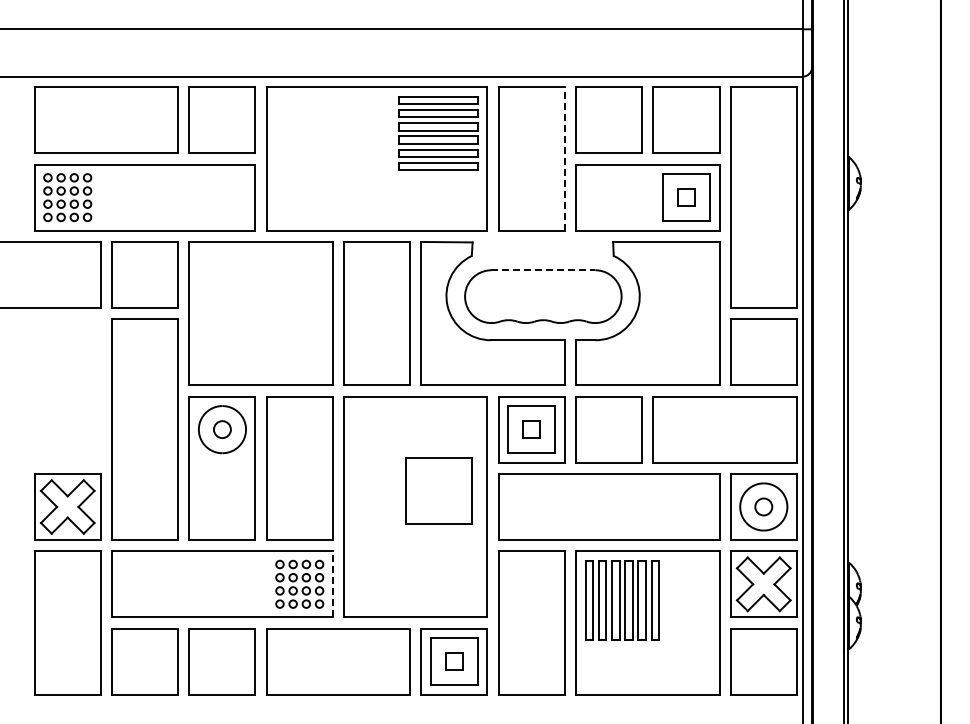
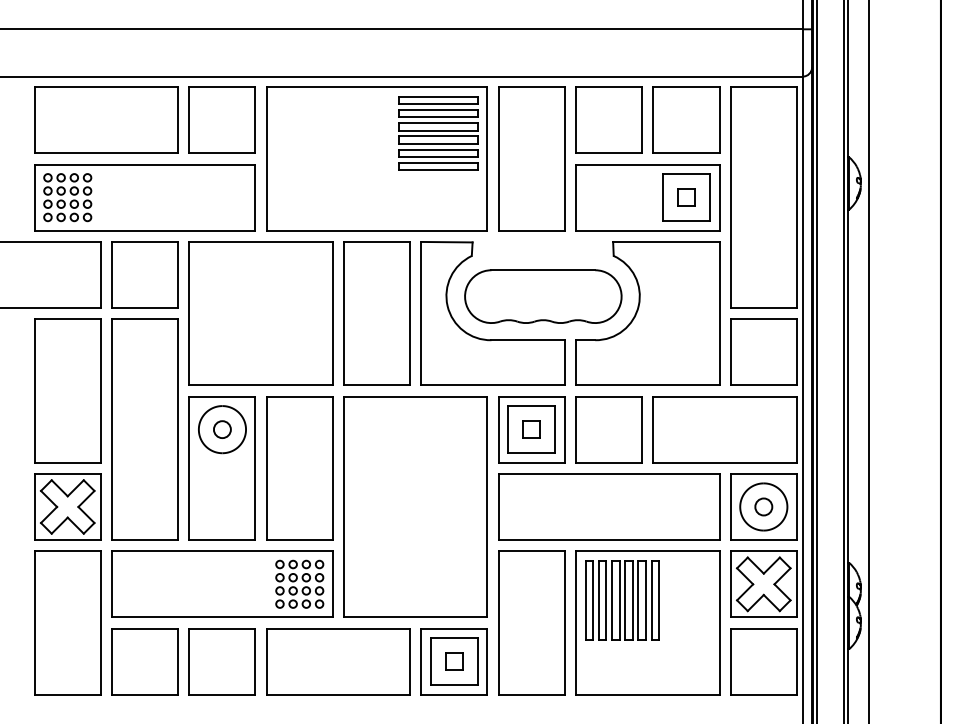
line at (564, 158): dashed -> solid
line at (543, 270): dashed -> solid
line at (817, 361): none -> present
line at (869, 361): none -> present
part at (67, 390): none -> present
part at (438, 490): present -> none
line at (332, 583): dashed -> solid
